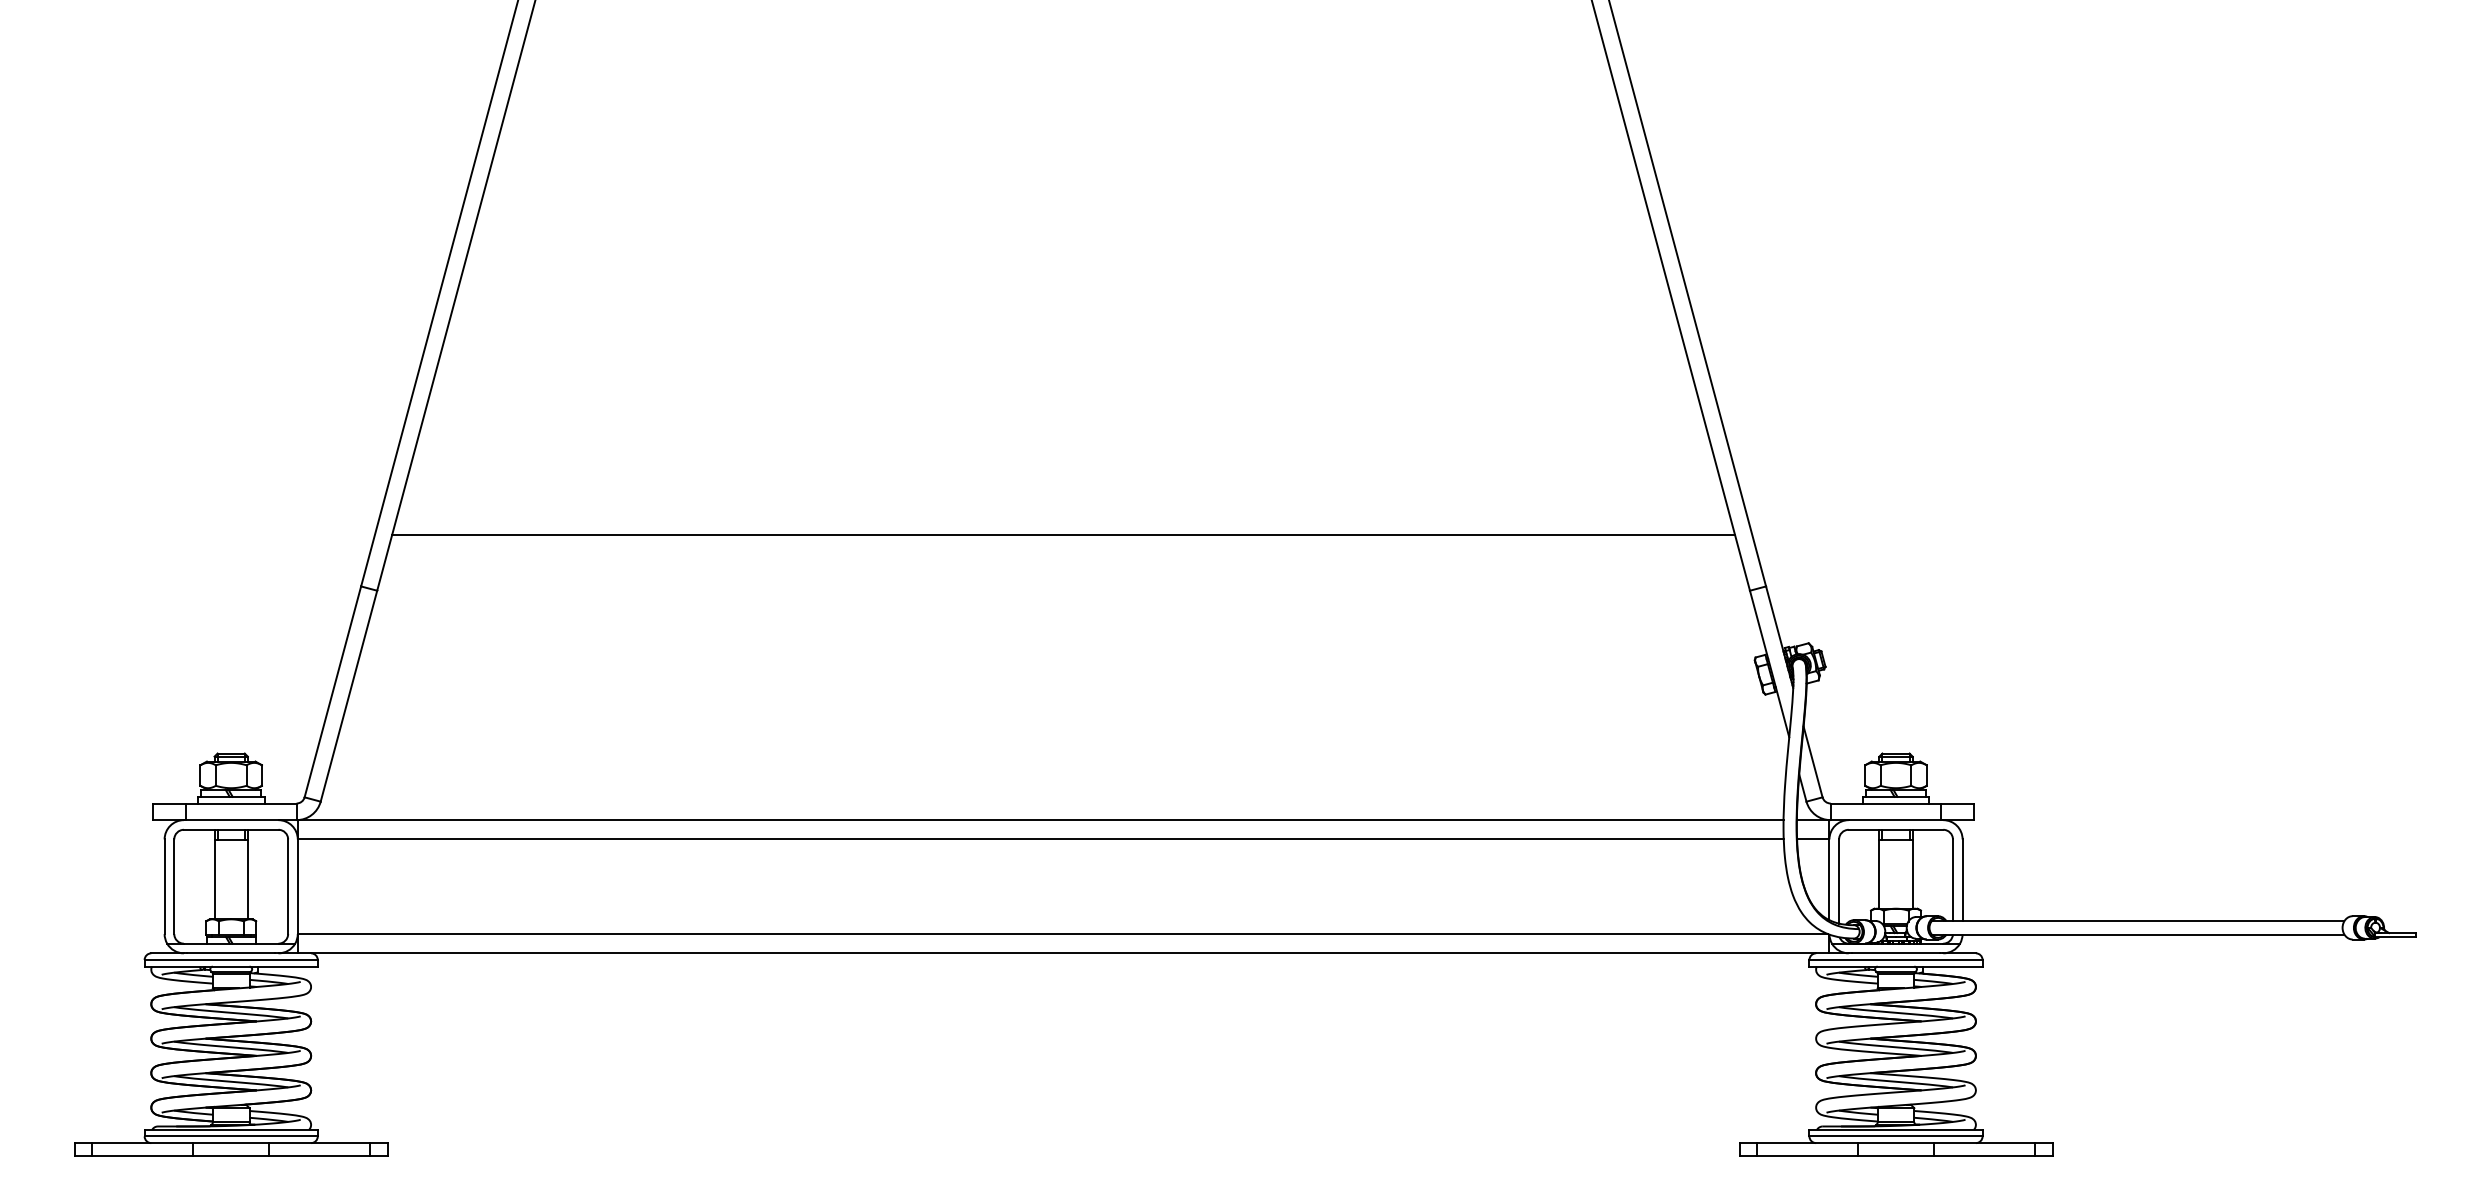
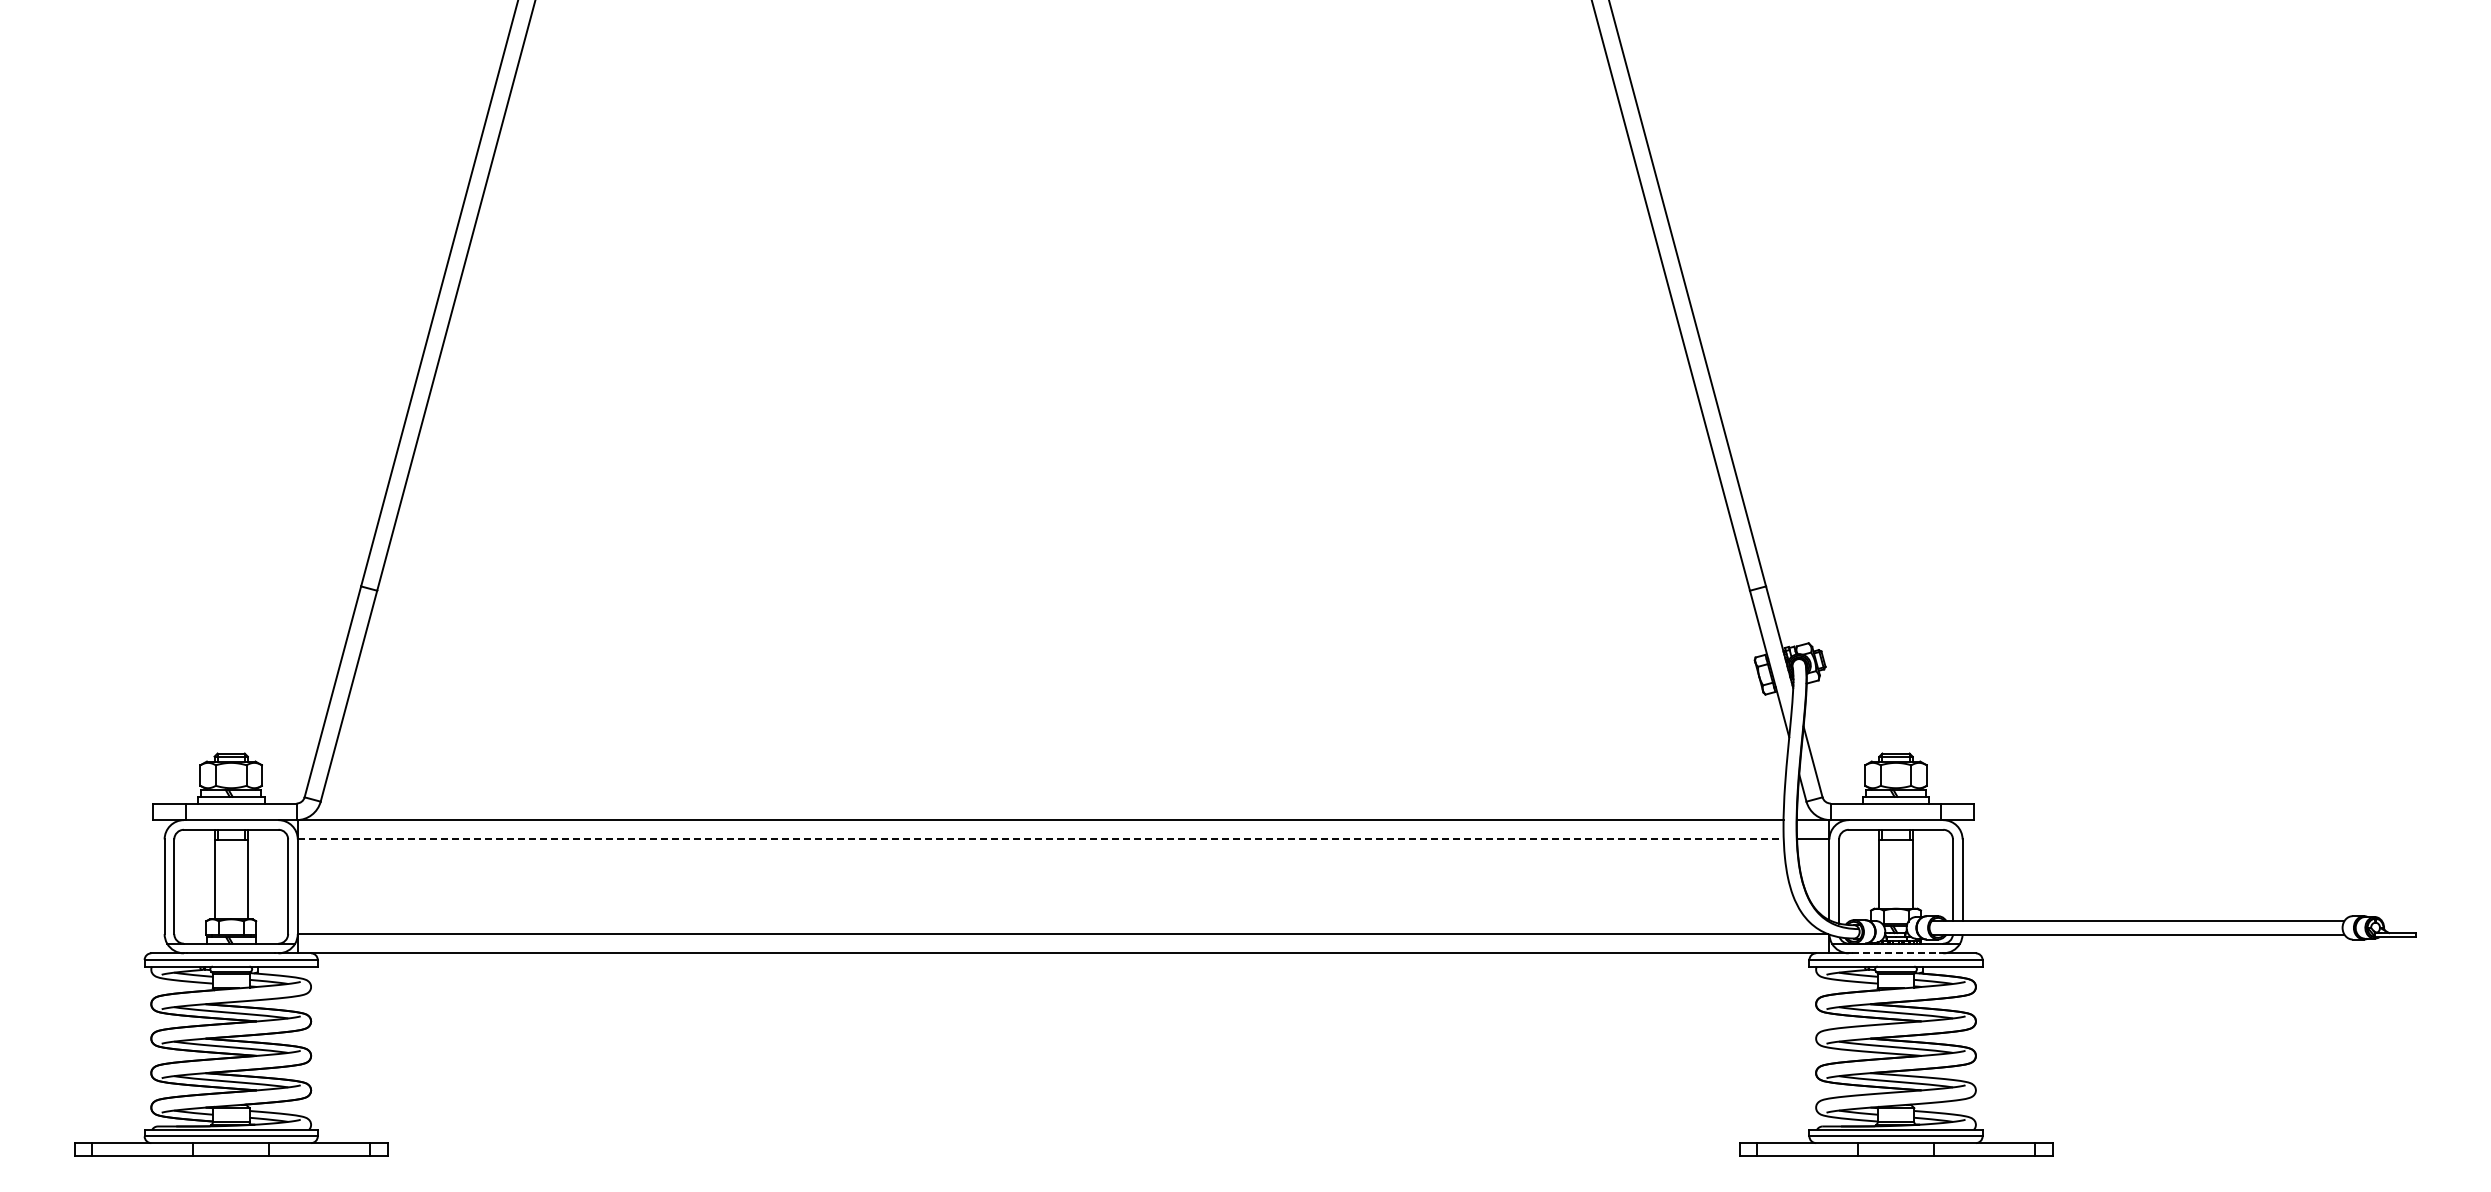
line at (1063, 535): present -> none
line at (1040, 839): solid -> dashed
line at (1896, 953): solid -> dashed
